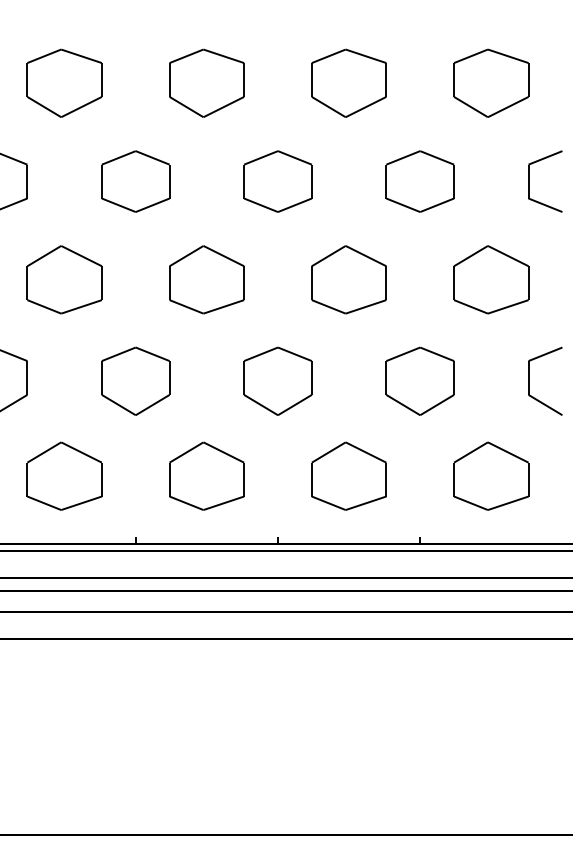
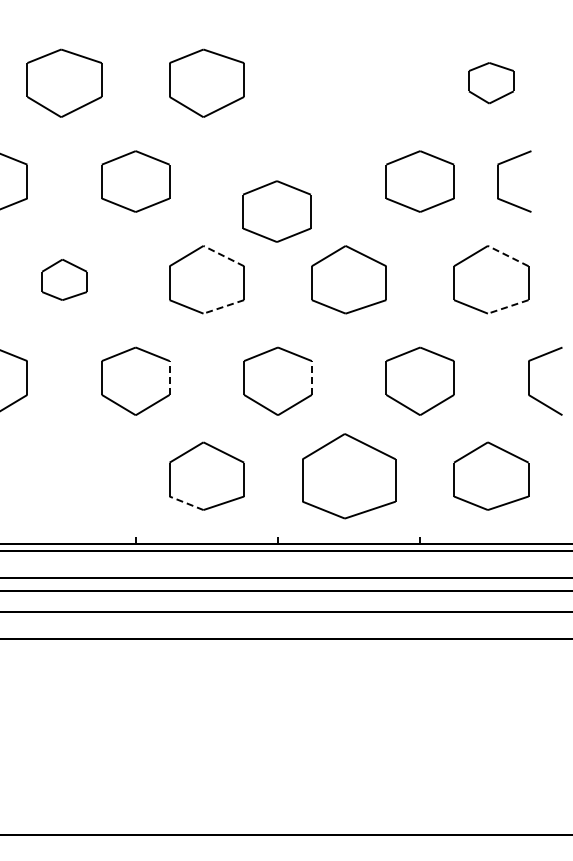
part at (348, 82): present -> none
part at (491, 82) size: 77x70 px -> 47x43 px
part at (277, 181) position: (277, 181) -> (276, 211)
part at (529, 181) position: (529, 181) -> (498, 181)
line at (223, 256): solid -> dashed
line at (508, 256): solid -> dashed
part at (64, 279) size: 77x70 px -> 47x42 px
line at (223, 307): solid -> dashed
line at (507, 307): solid -> dashed
line at (169, 378): solid -> dashed
line at (311, 378): solid -> dashed
part at (64, 475): present -> none
part at (348, 475) size: 76x70 px -> 95x87 px
line at (186, 503): solid -> dashed
